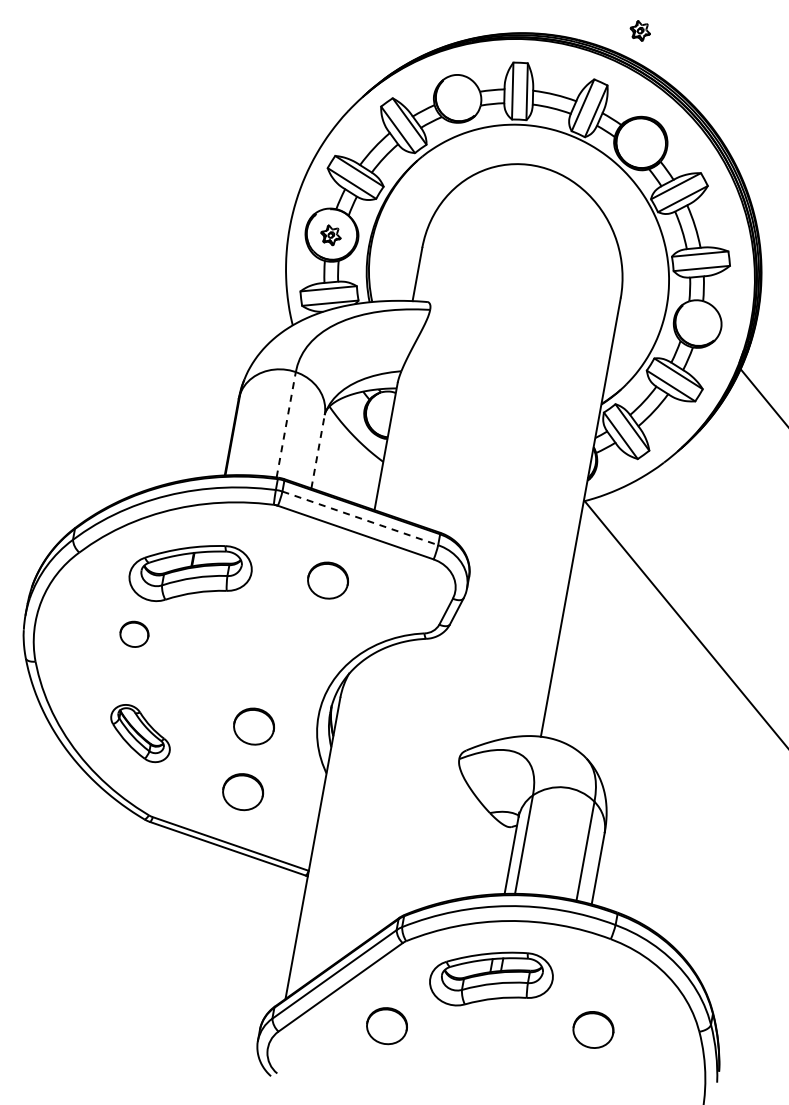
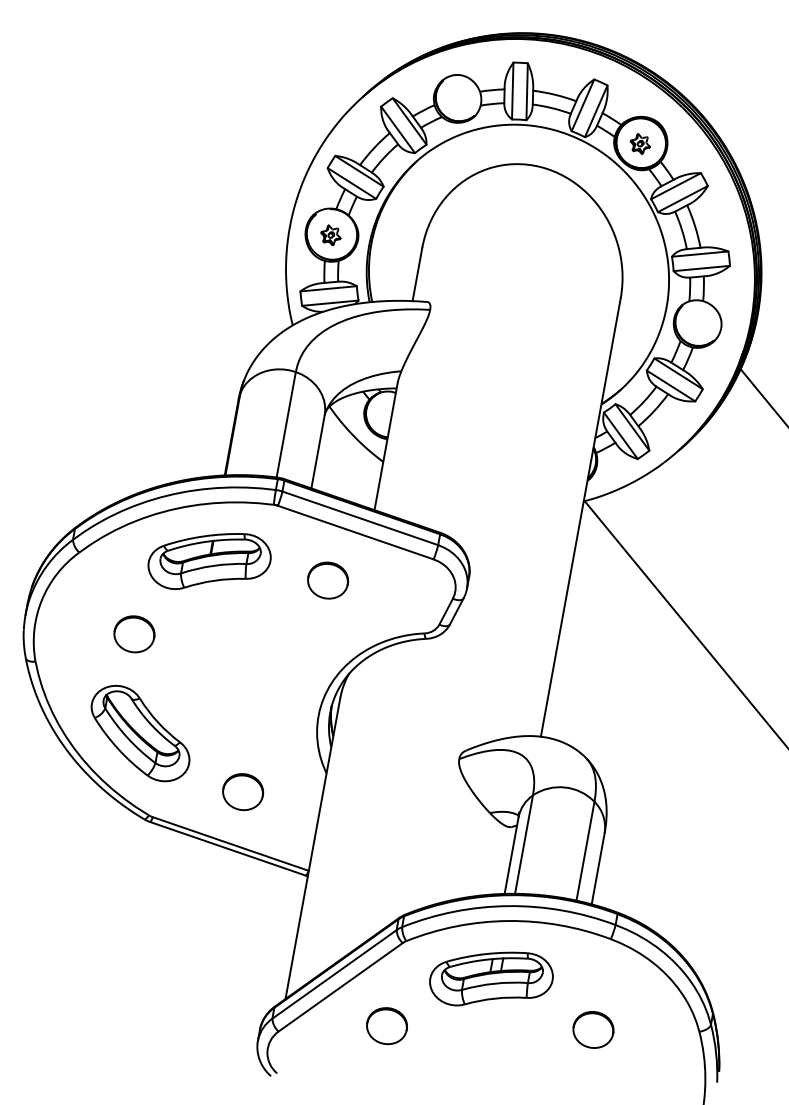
part at (639, 30) position: (639, 30) -> (639, 143)
line at (286, 424): dashed -> solid
line at (318, 451): dashed -> solid
line at (360, 518): dashed -> solid
part at (190, 573) position: (190, 573) -> (209, 561)
part at (134, 633) size: 31x28 px -> 43x39 px
part at (253, 726): present -> none
part at (140, 733) size: 61x60 px -> 101x99 px
